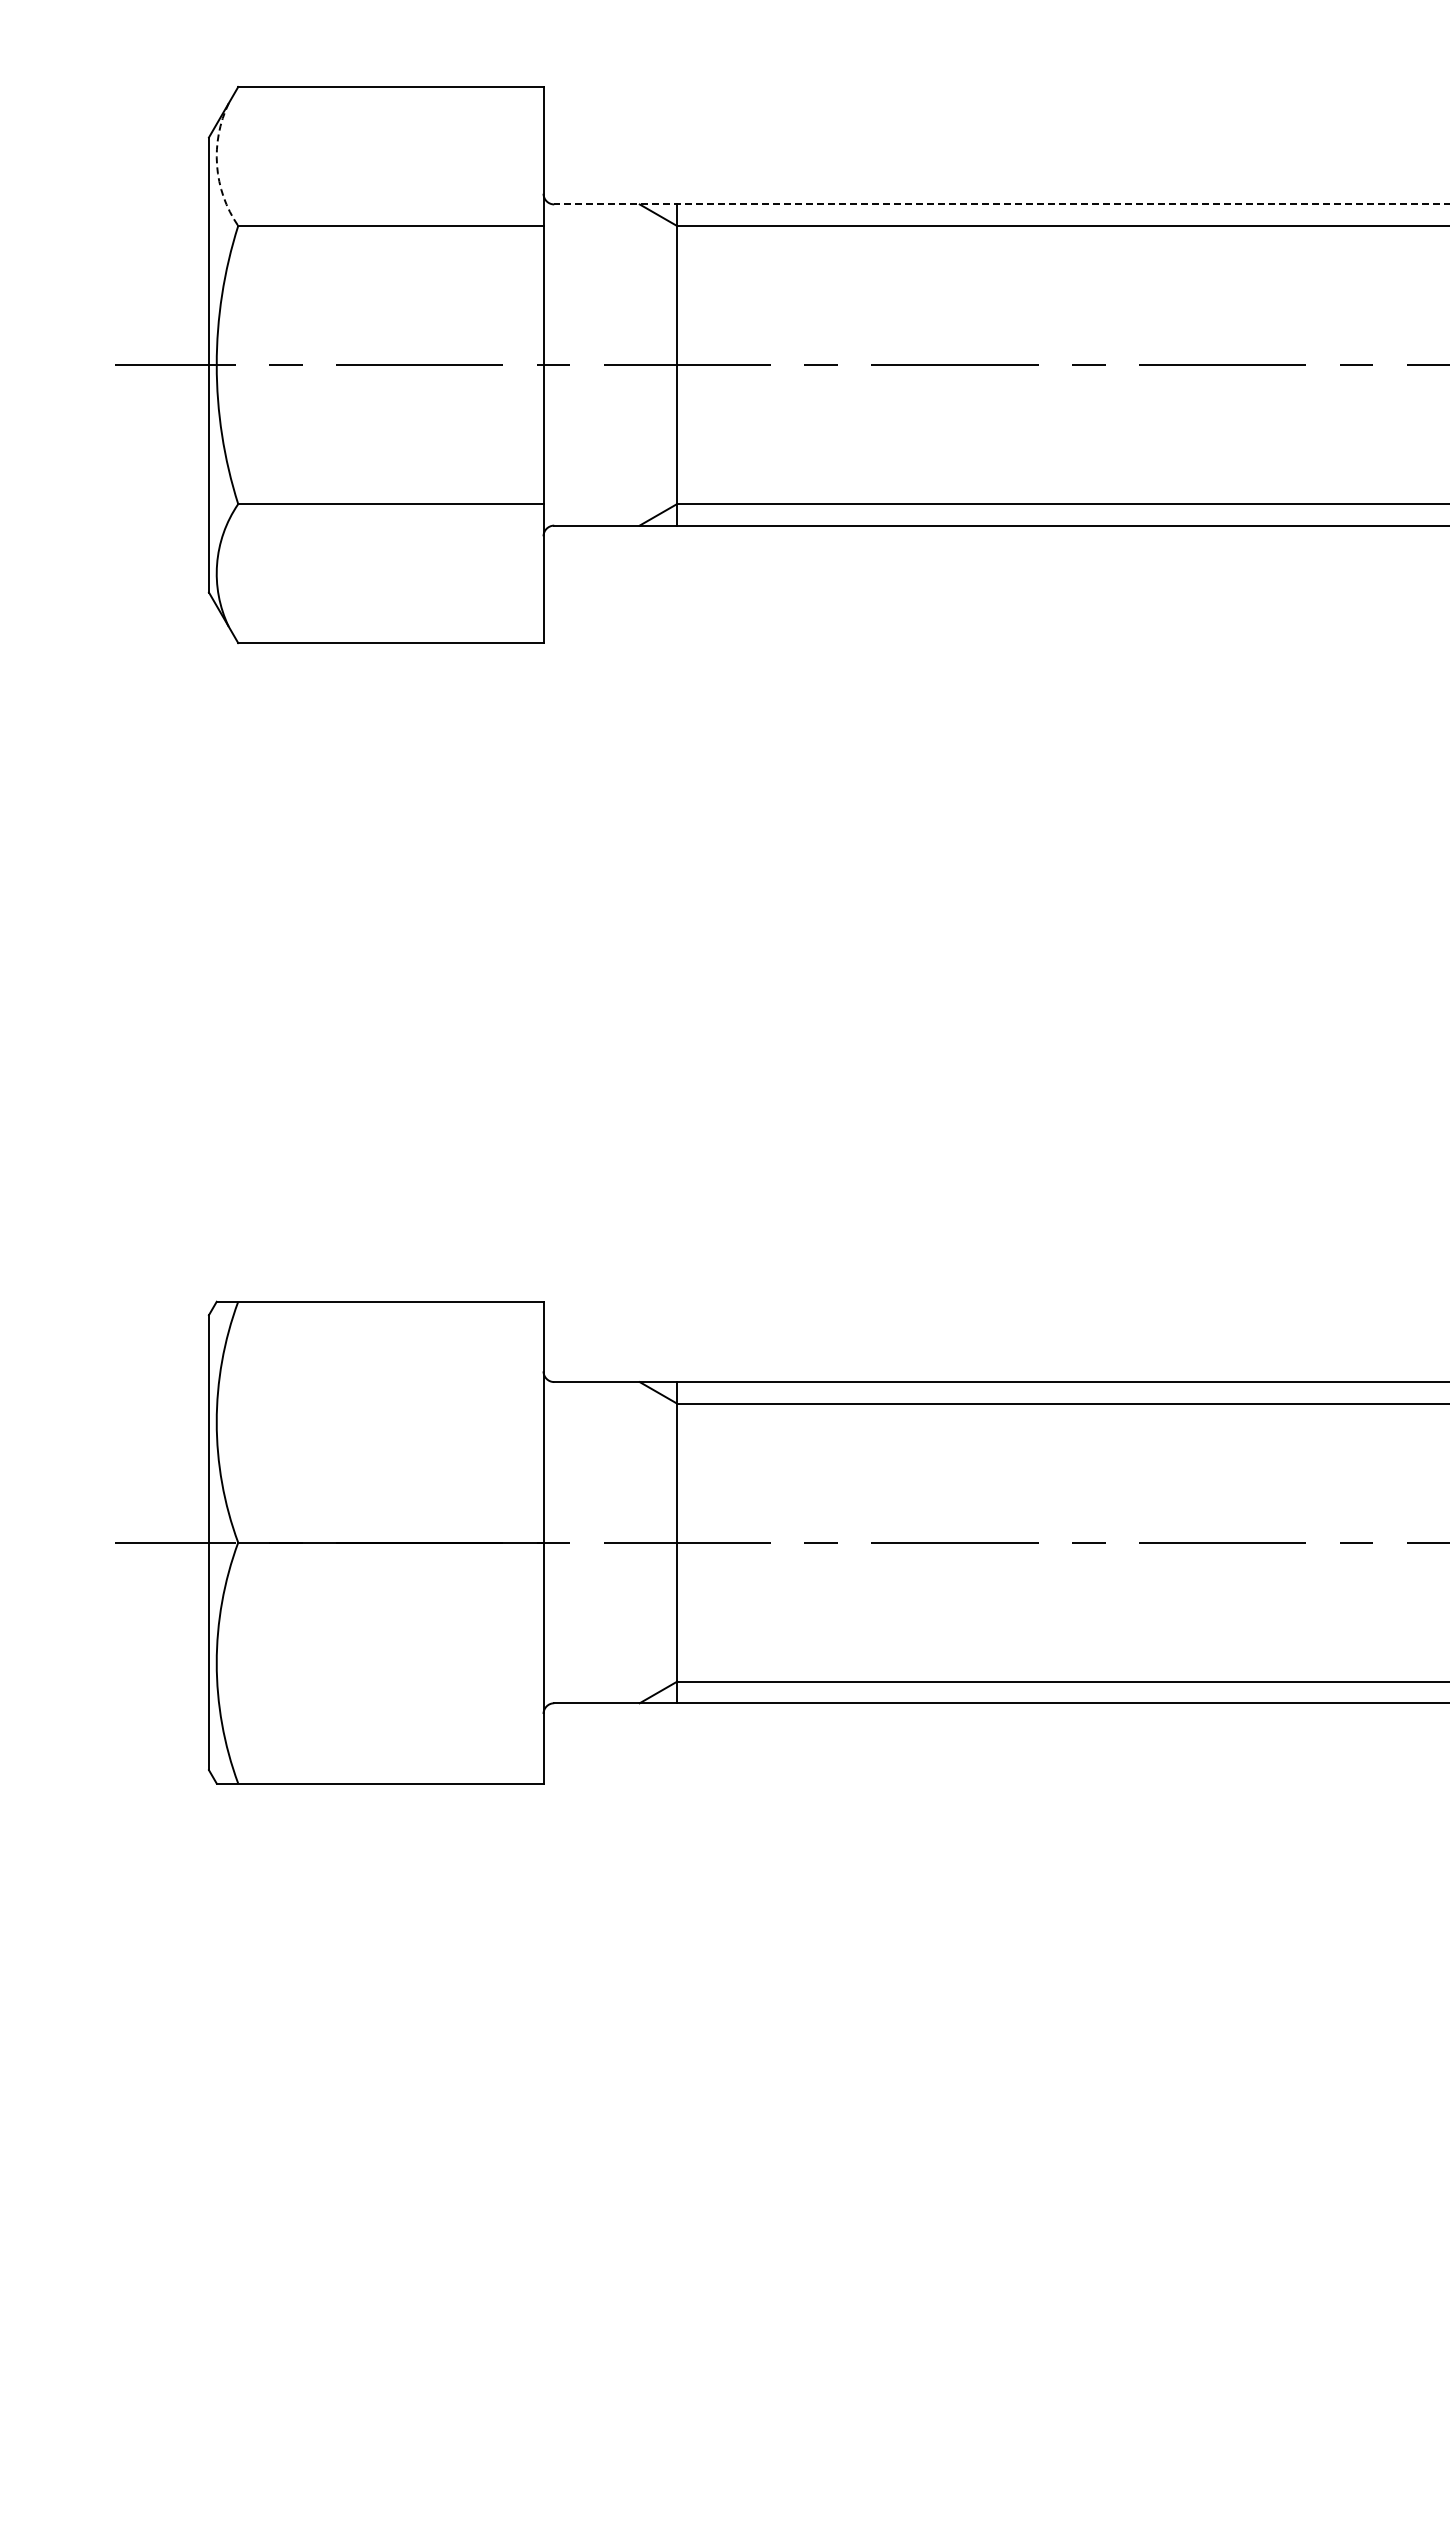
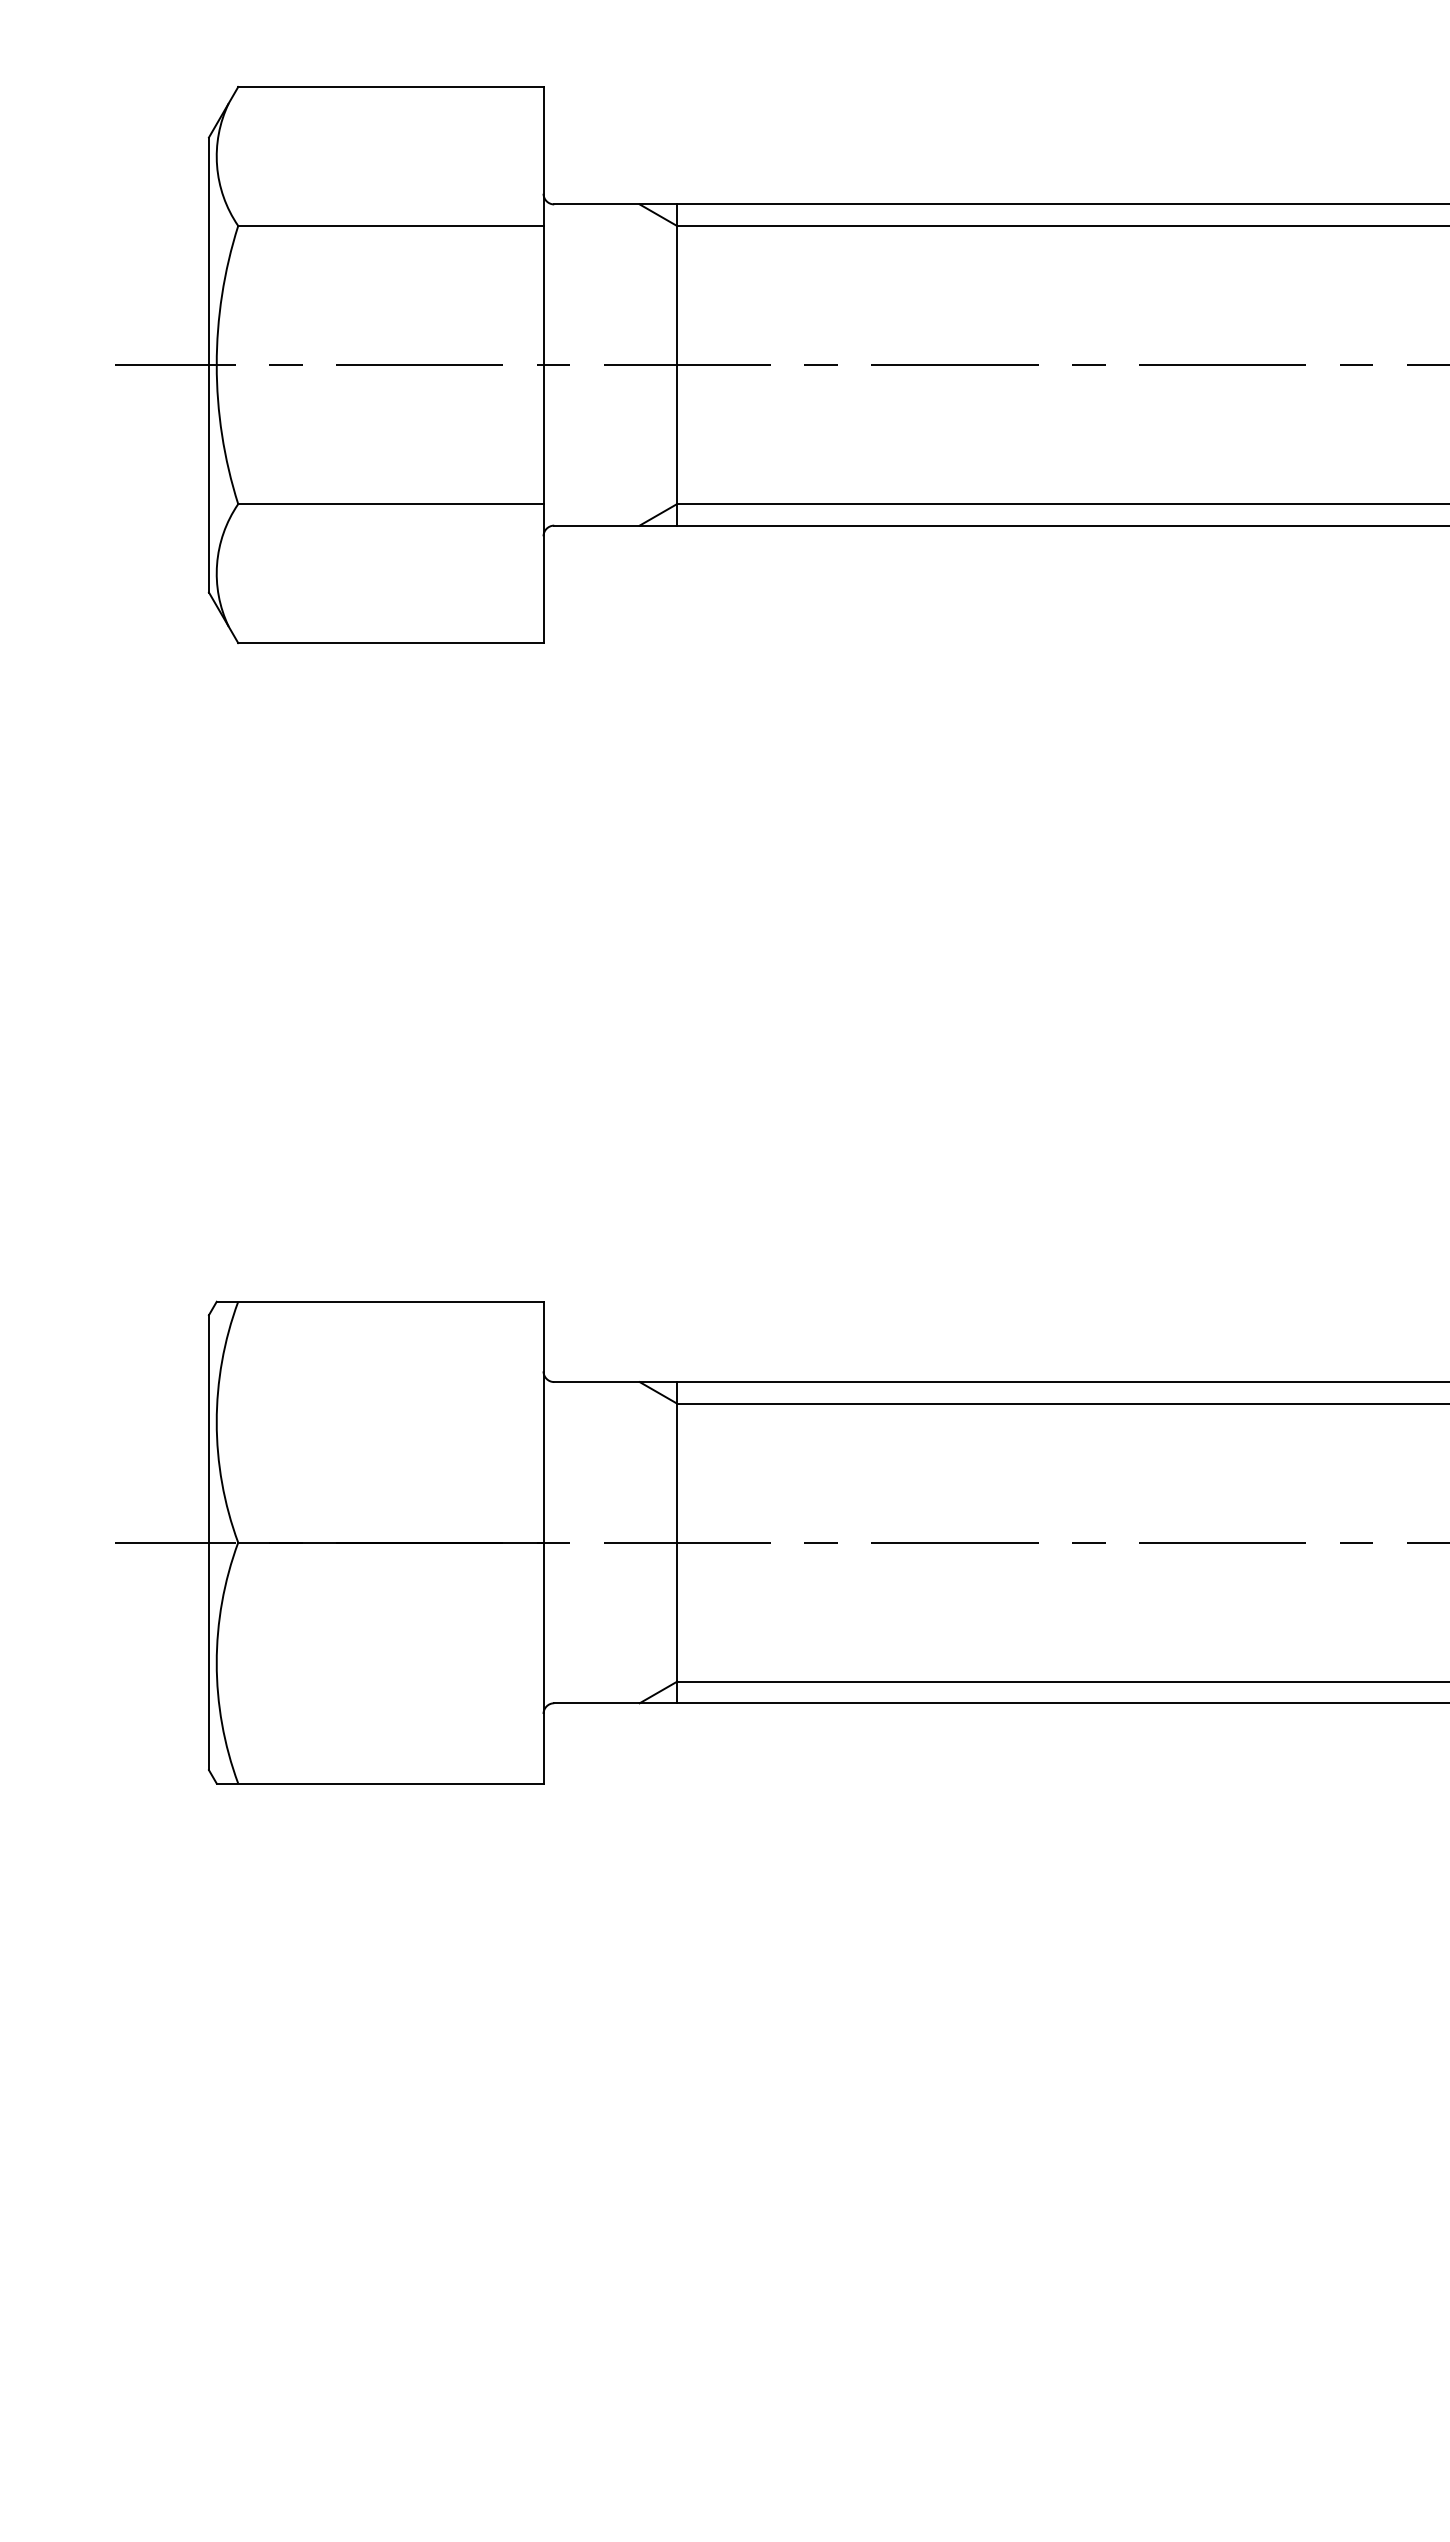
arc at (217, 165): dashed -> solid
line at (1002, 204): dashed -> solid
